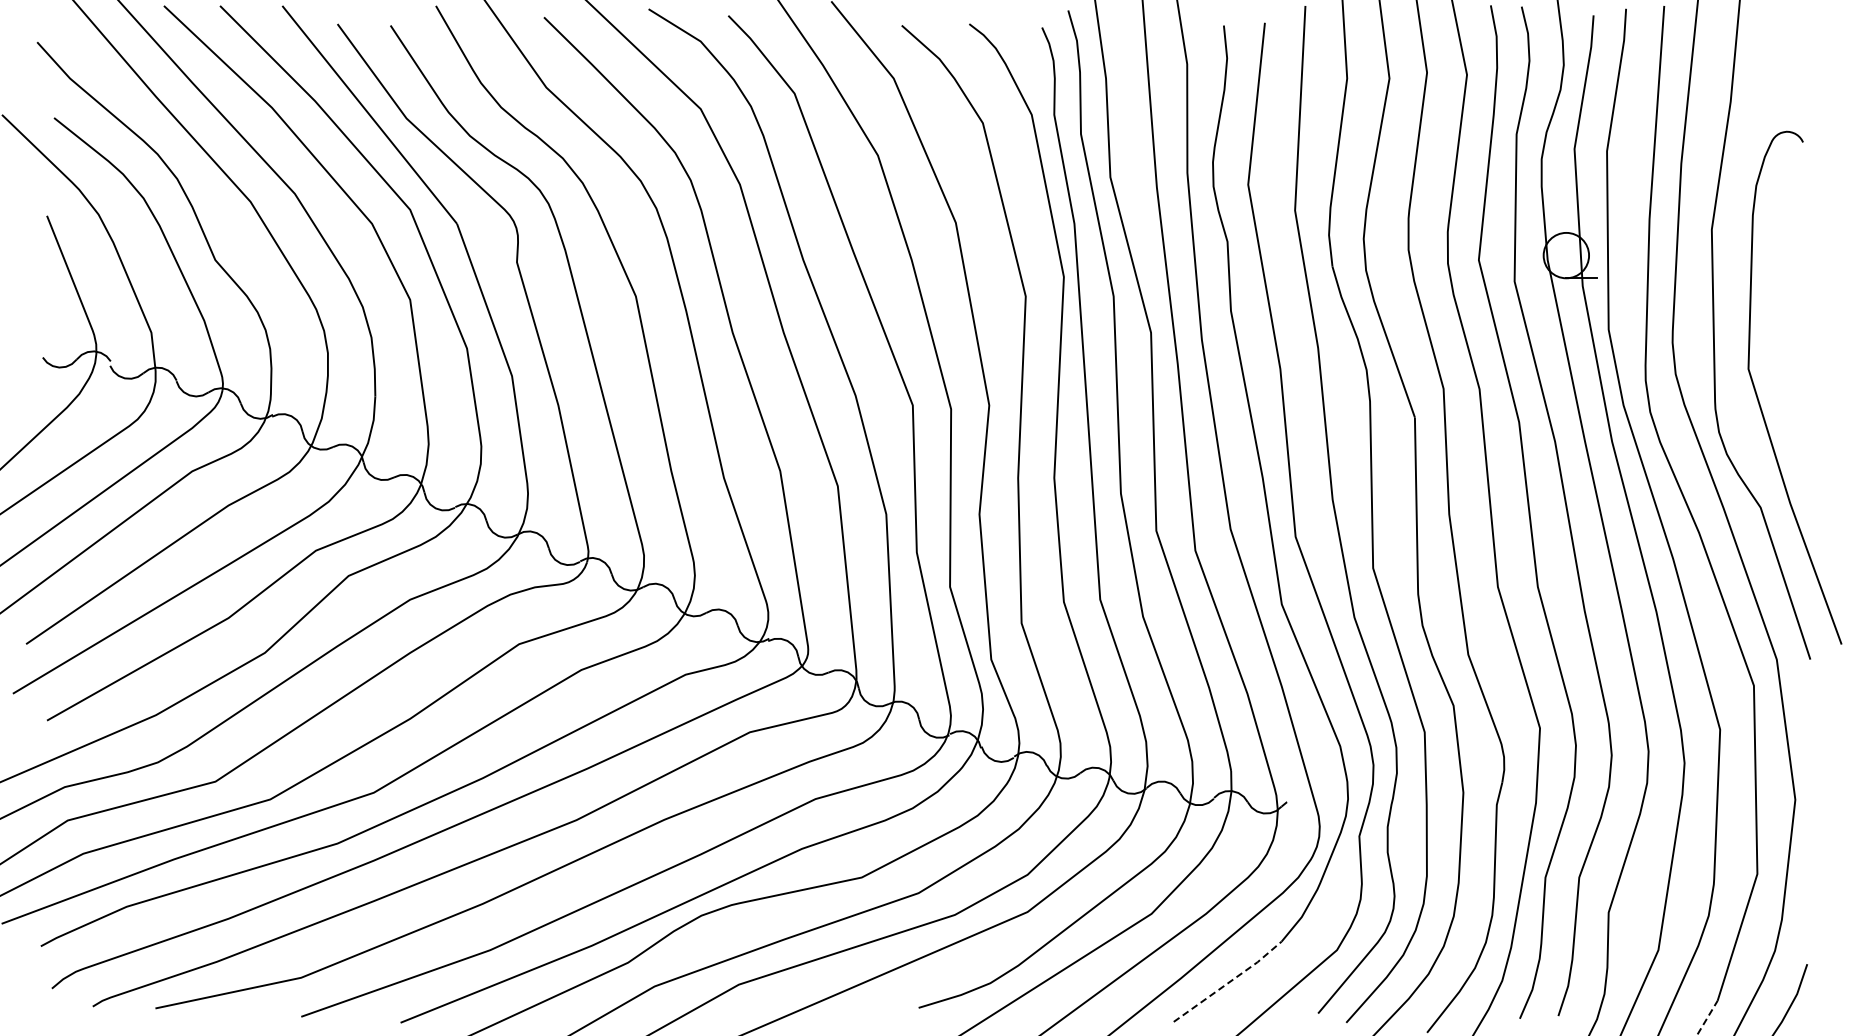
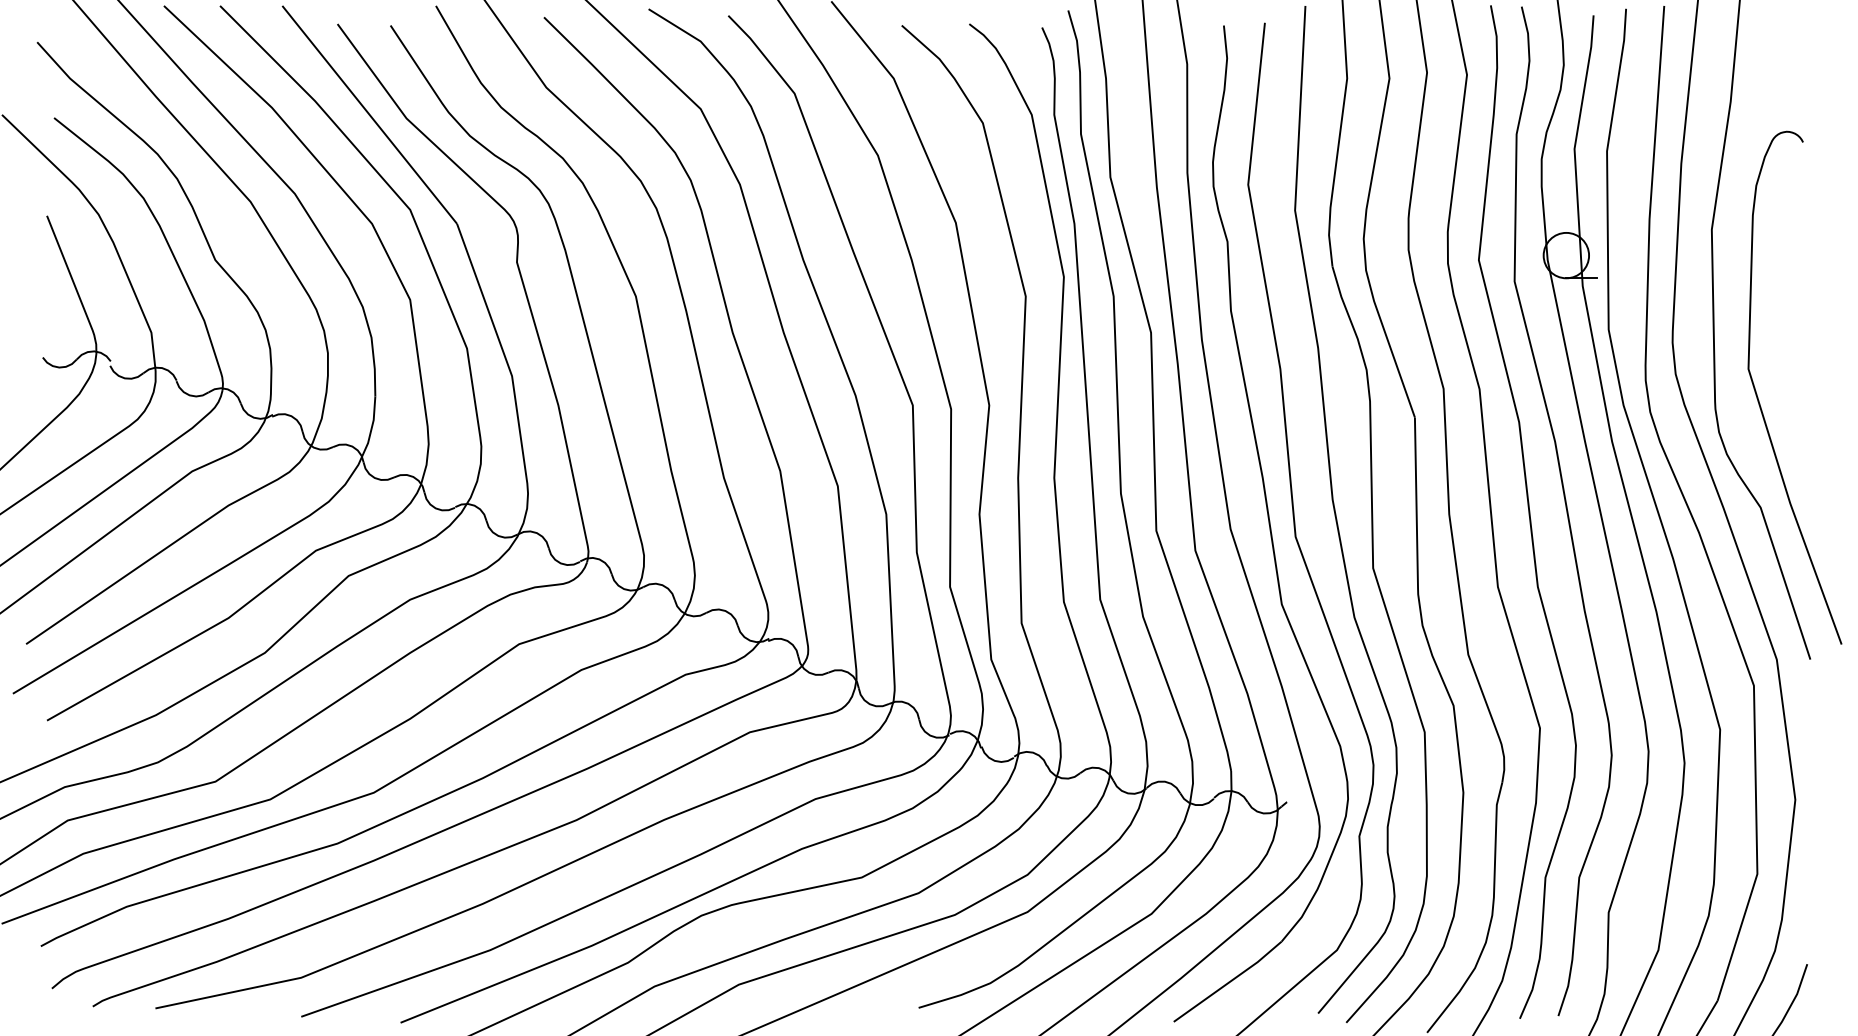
line at (1229, 982): dashed -> solid
line at (1707, 1017): dashed -> solid
